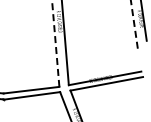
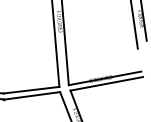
line at (134, 24): dashed -> solid
line at (55, 43): dashed -> solid
